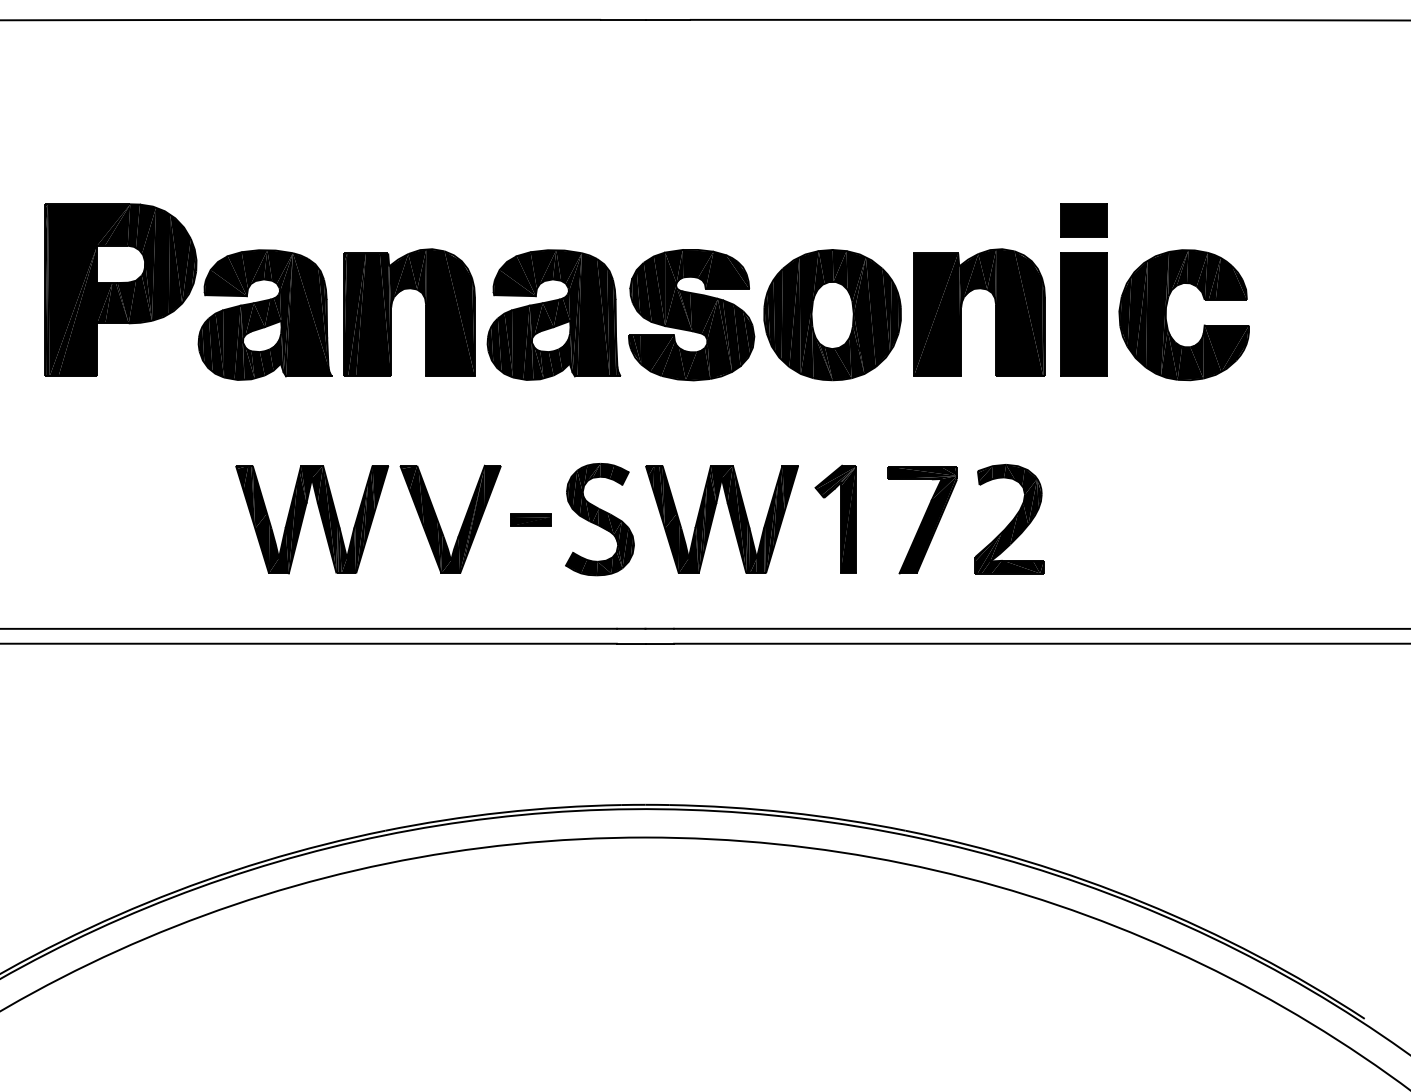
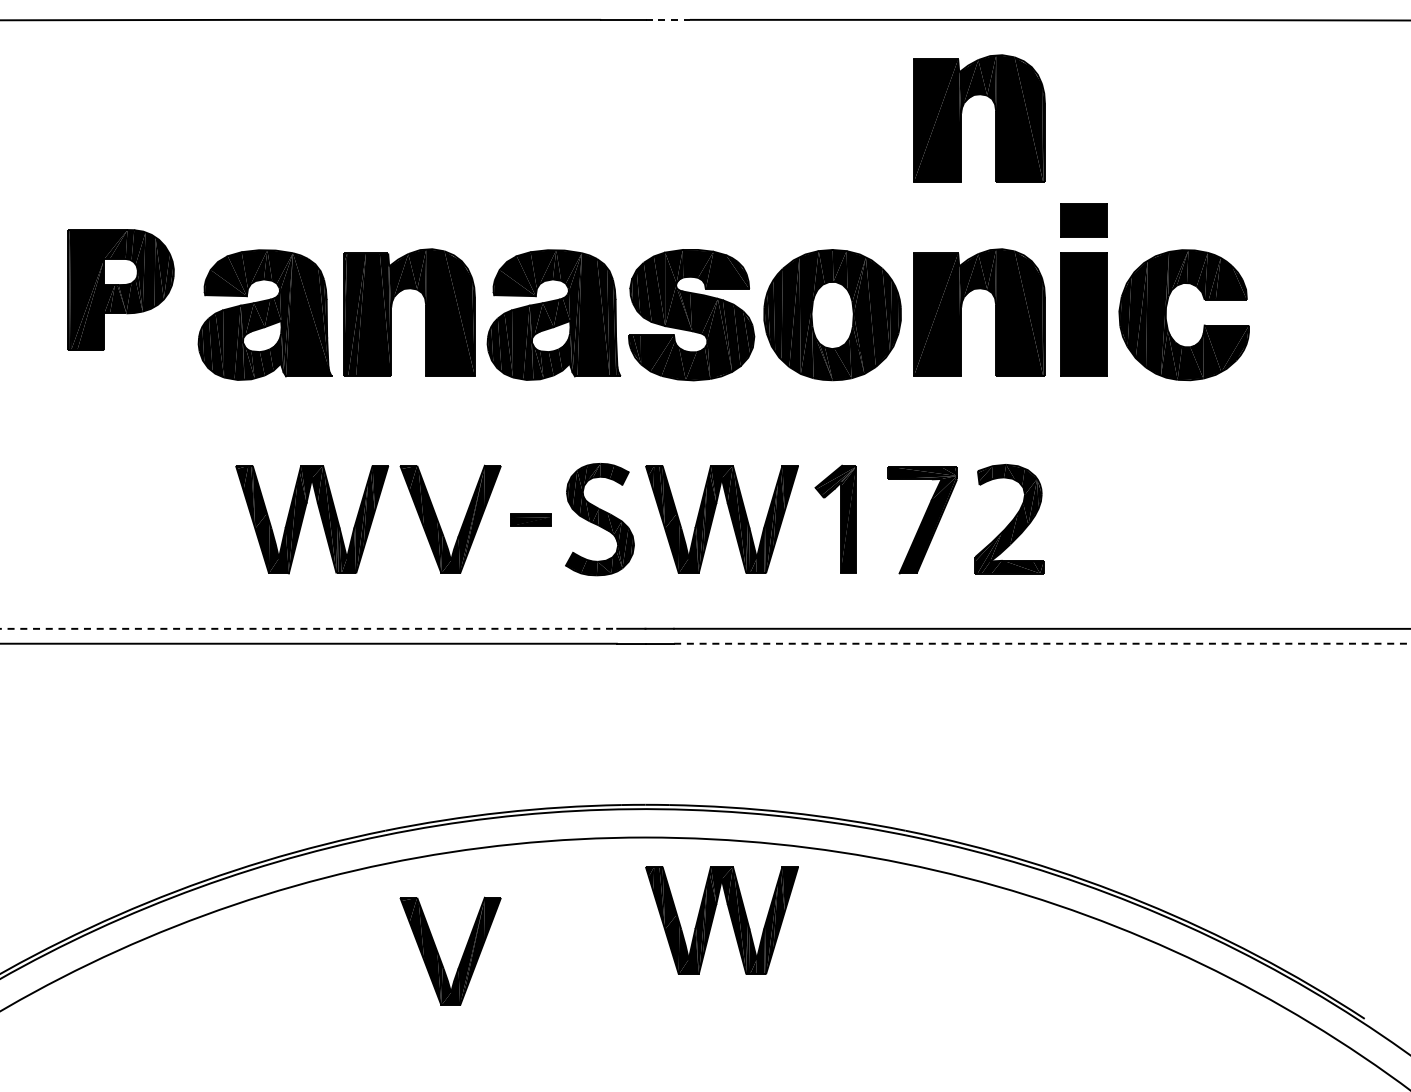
line at (668, 19): solid -> dashed
part at (995, 118): none -> present
part at (120, 289) size: 154x174 px -> 108x122 px
line at (309, 628): solid -> dashed
line at (1042, 643): solid -> dashed
part at (713, 920): none -> present
part at (439, 954): none -> present
